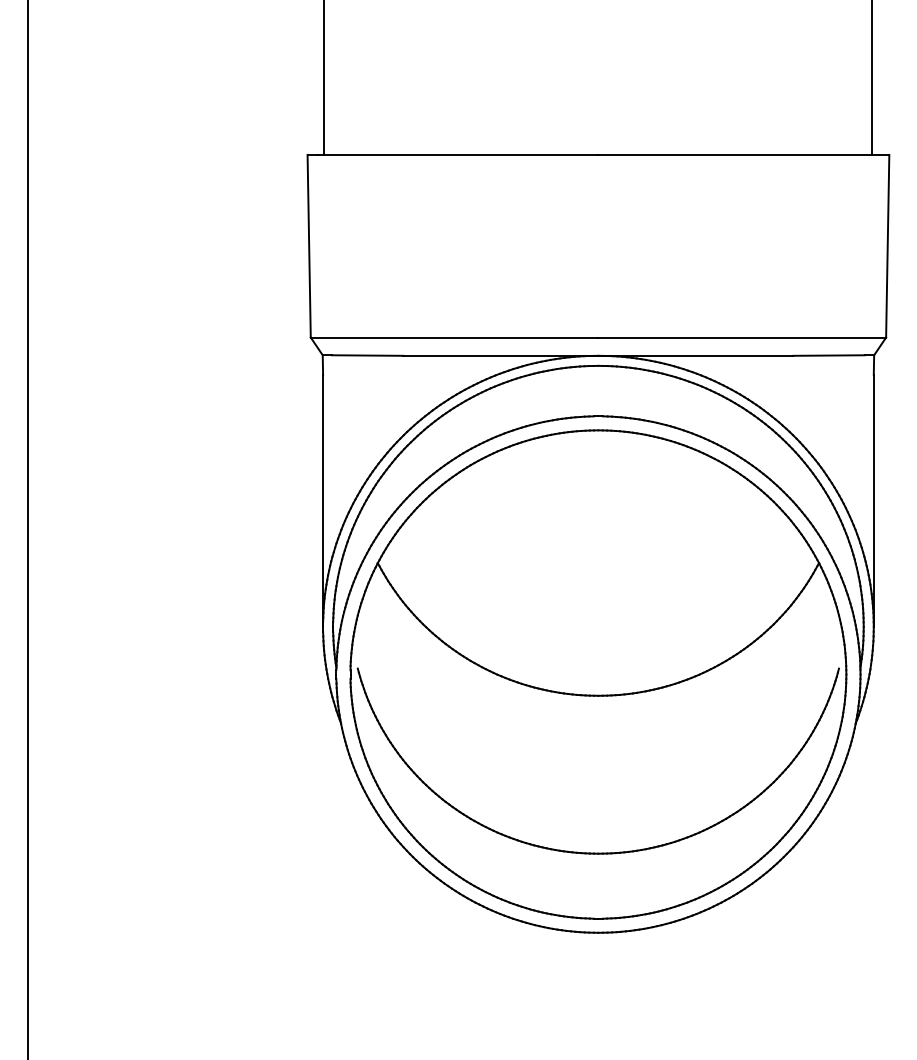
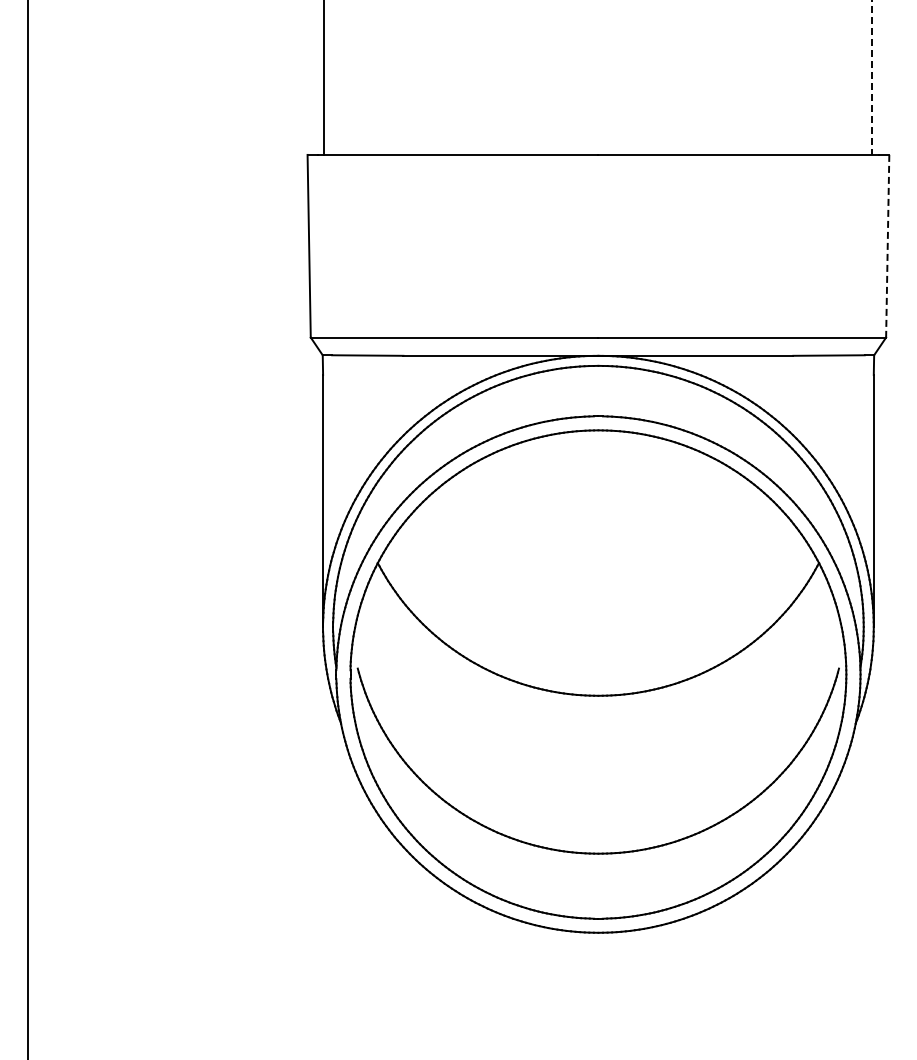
line at (872, 77): solid -> dashed
line at (887, 246): solid -> dashed
